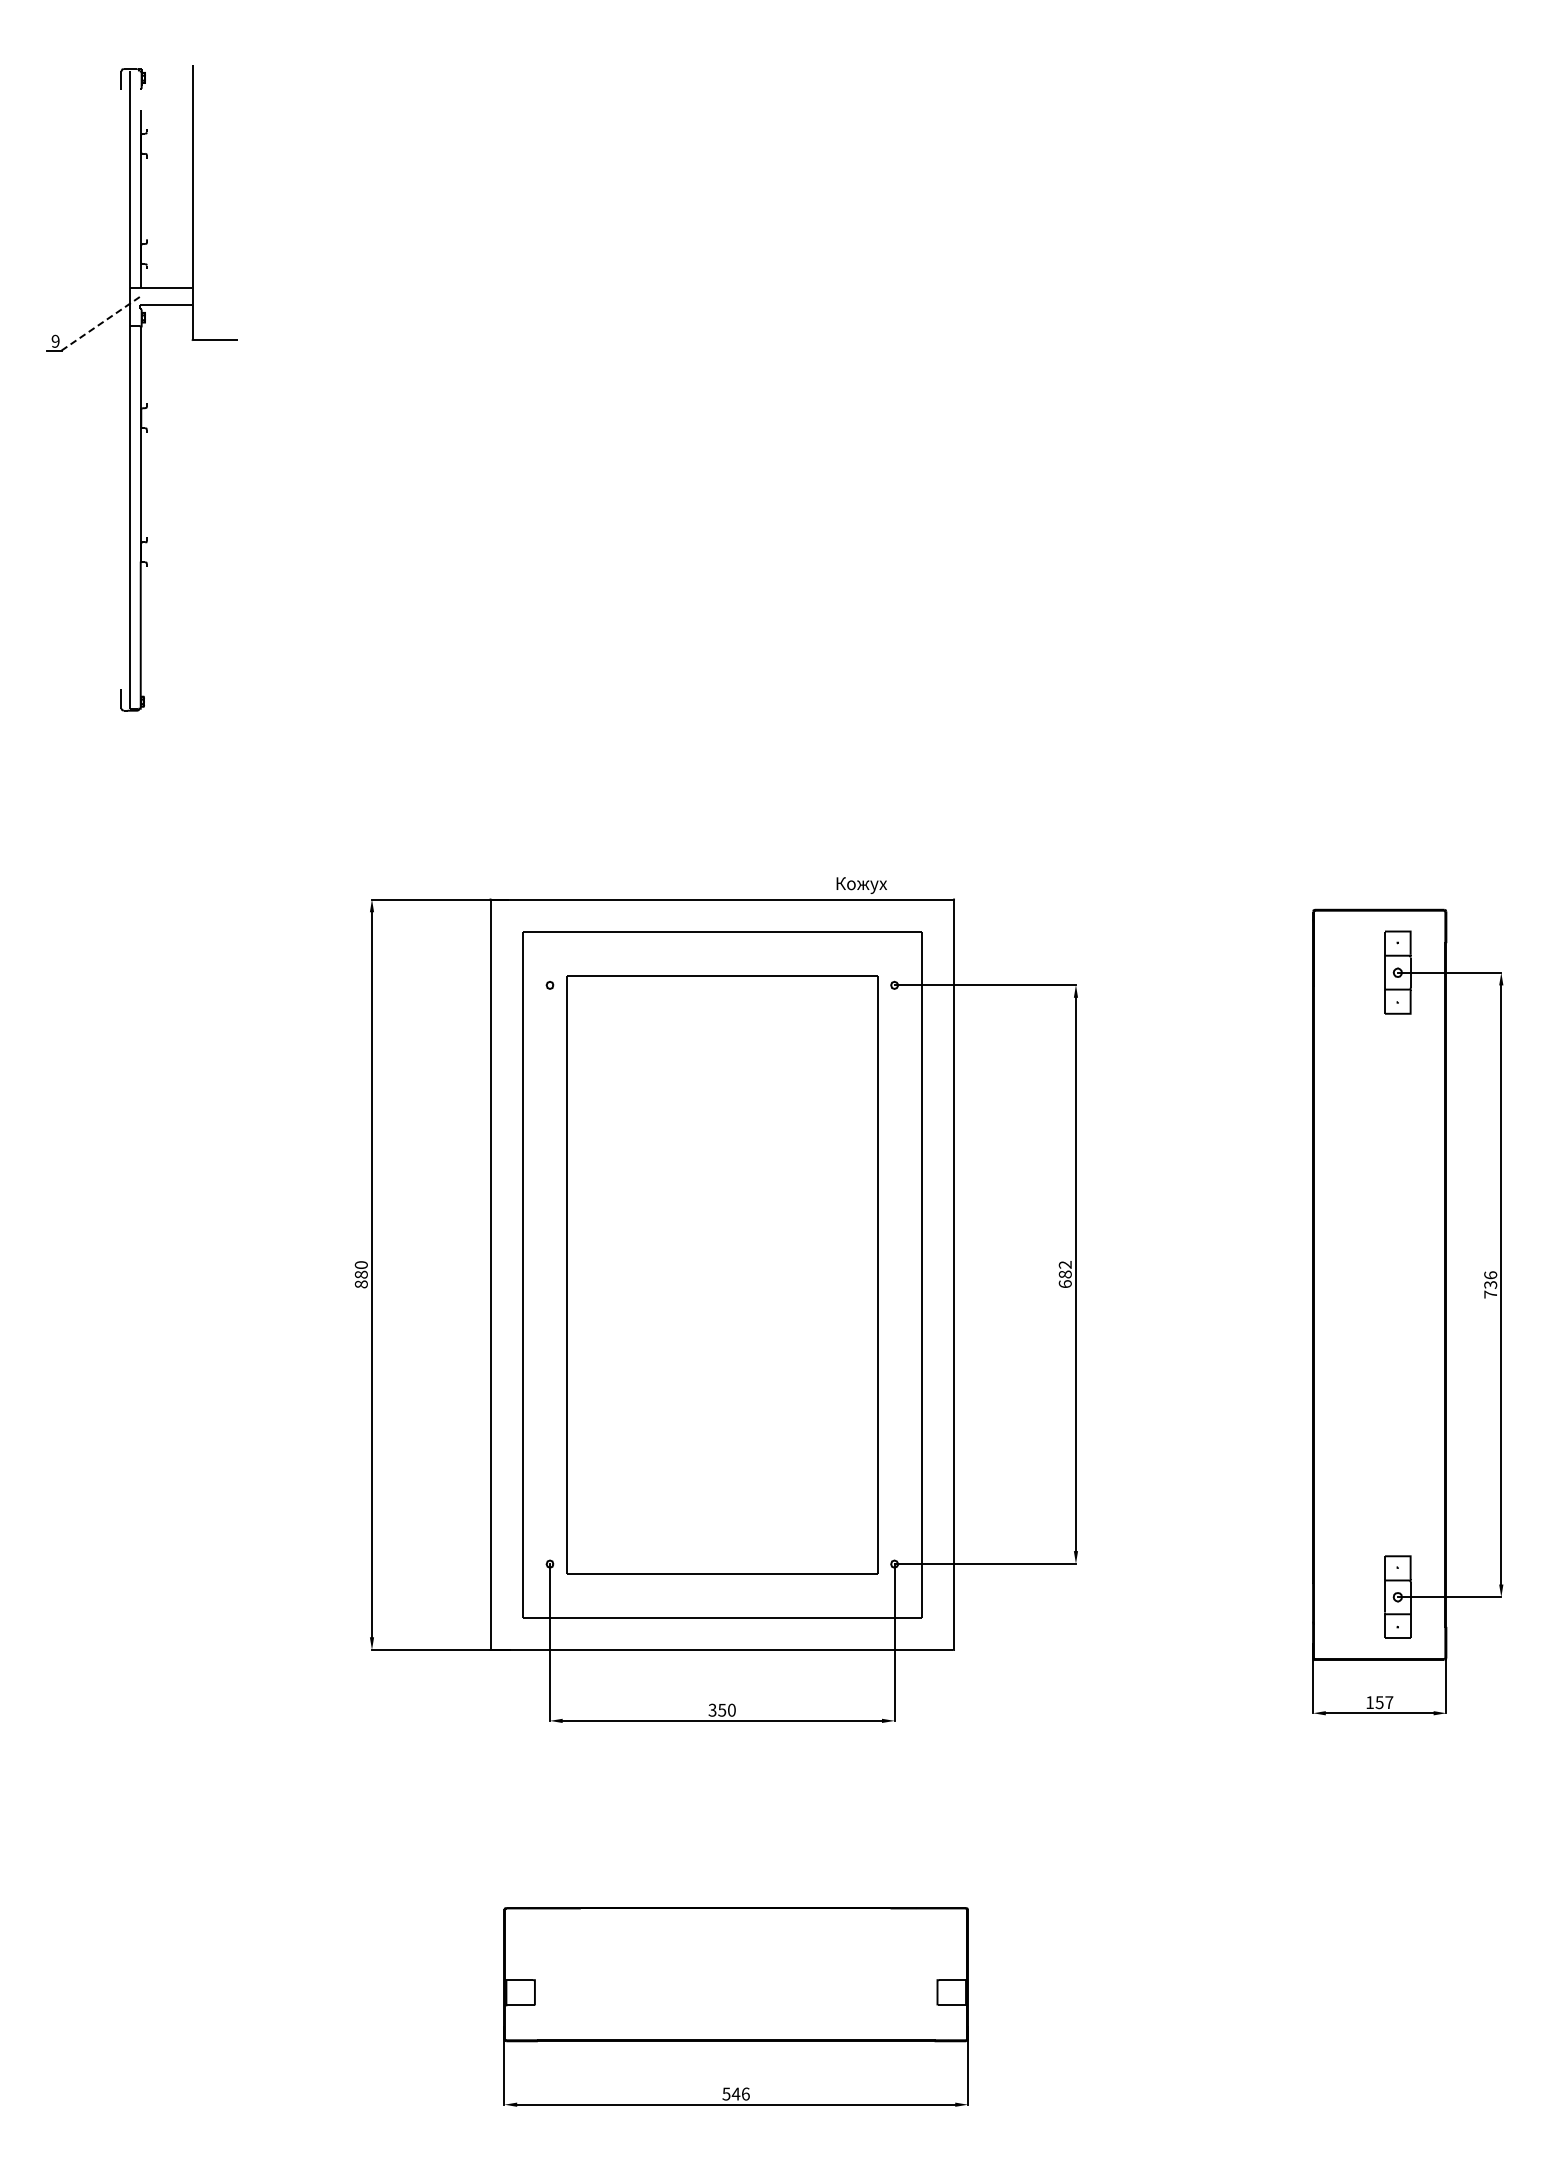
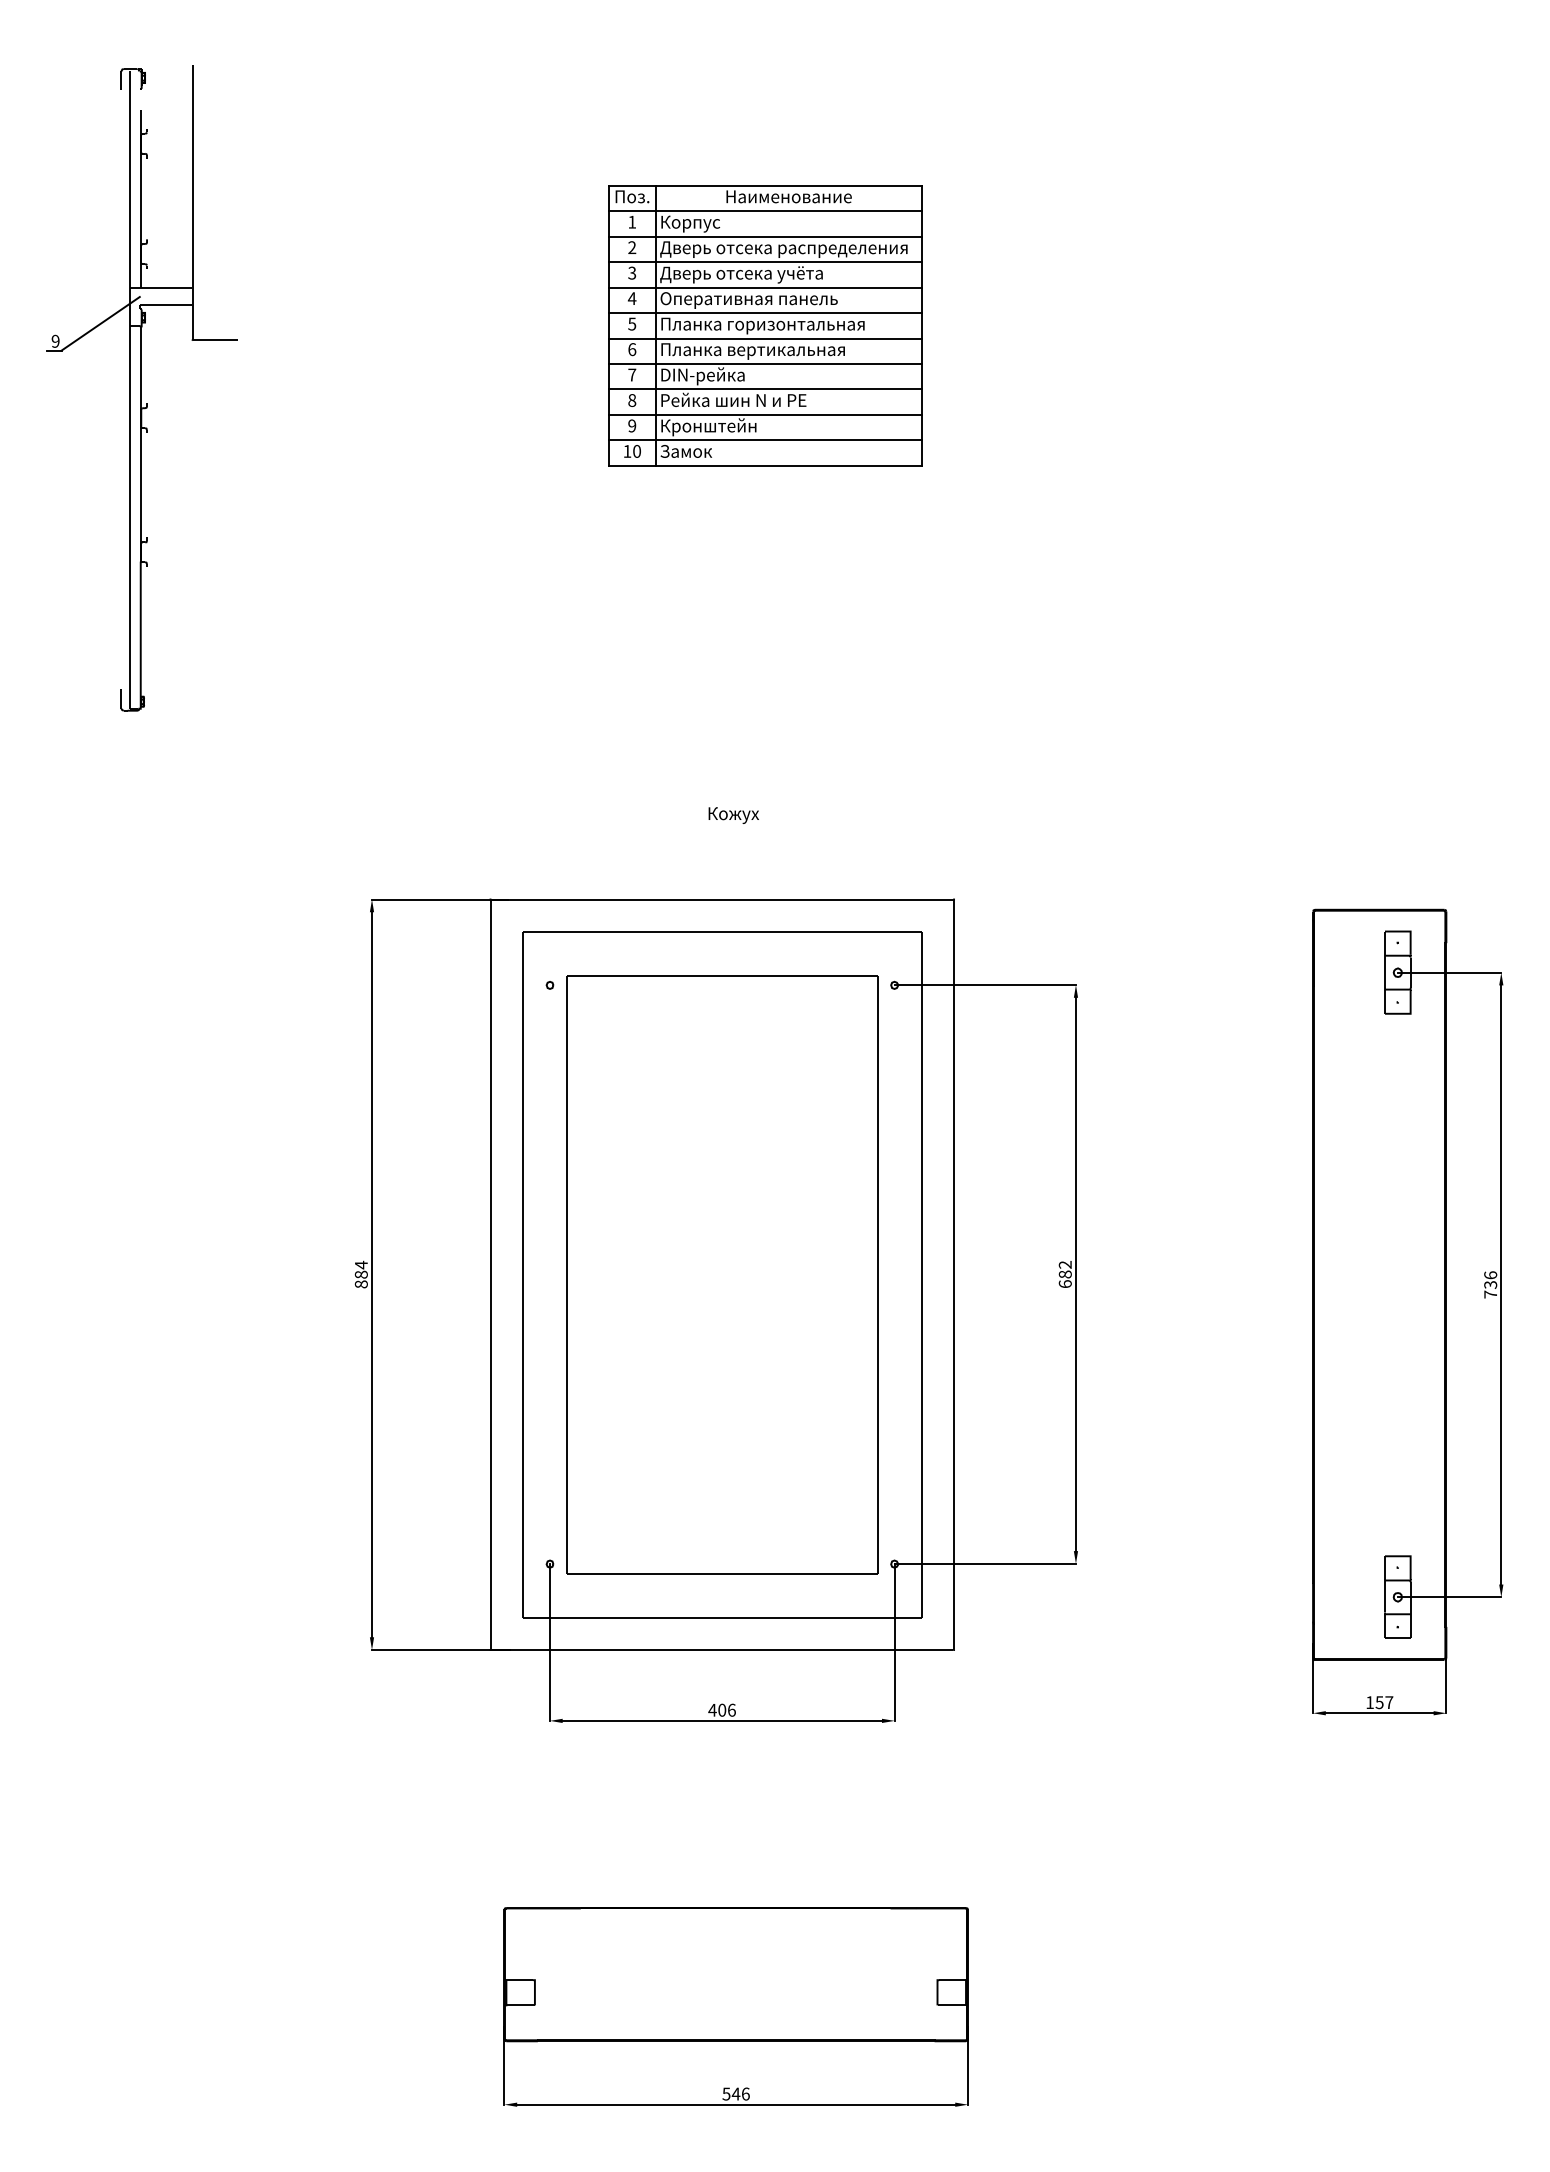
line at (101, 323): dashed -> solid
part at (765, 325): none -> present
text at (861, 885) position: (861, 885) -> (733, 815)
text at (360, 1264): 880 -> 884
text at (721, 1709): 350 -> 406
